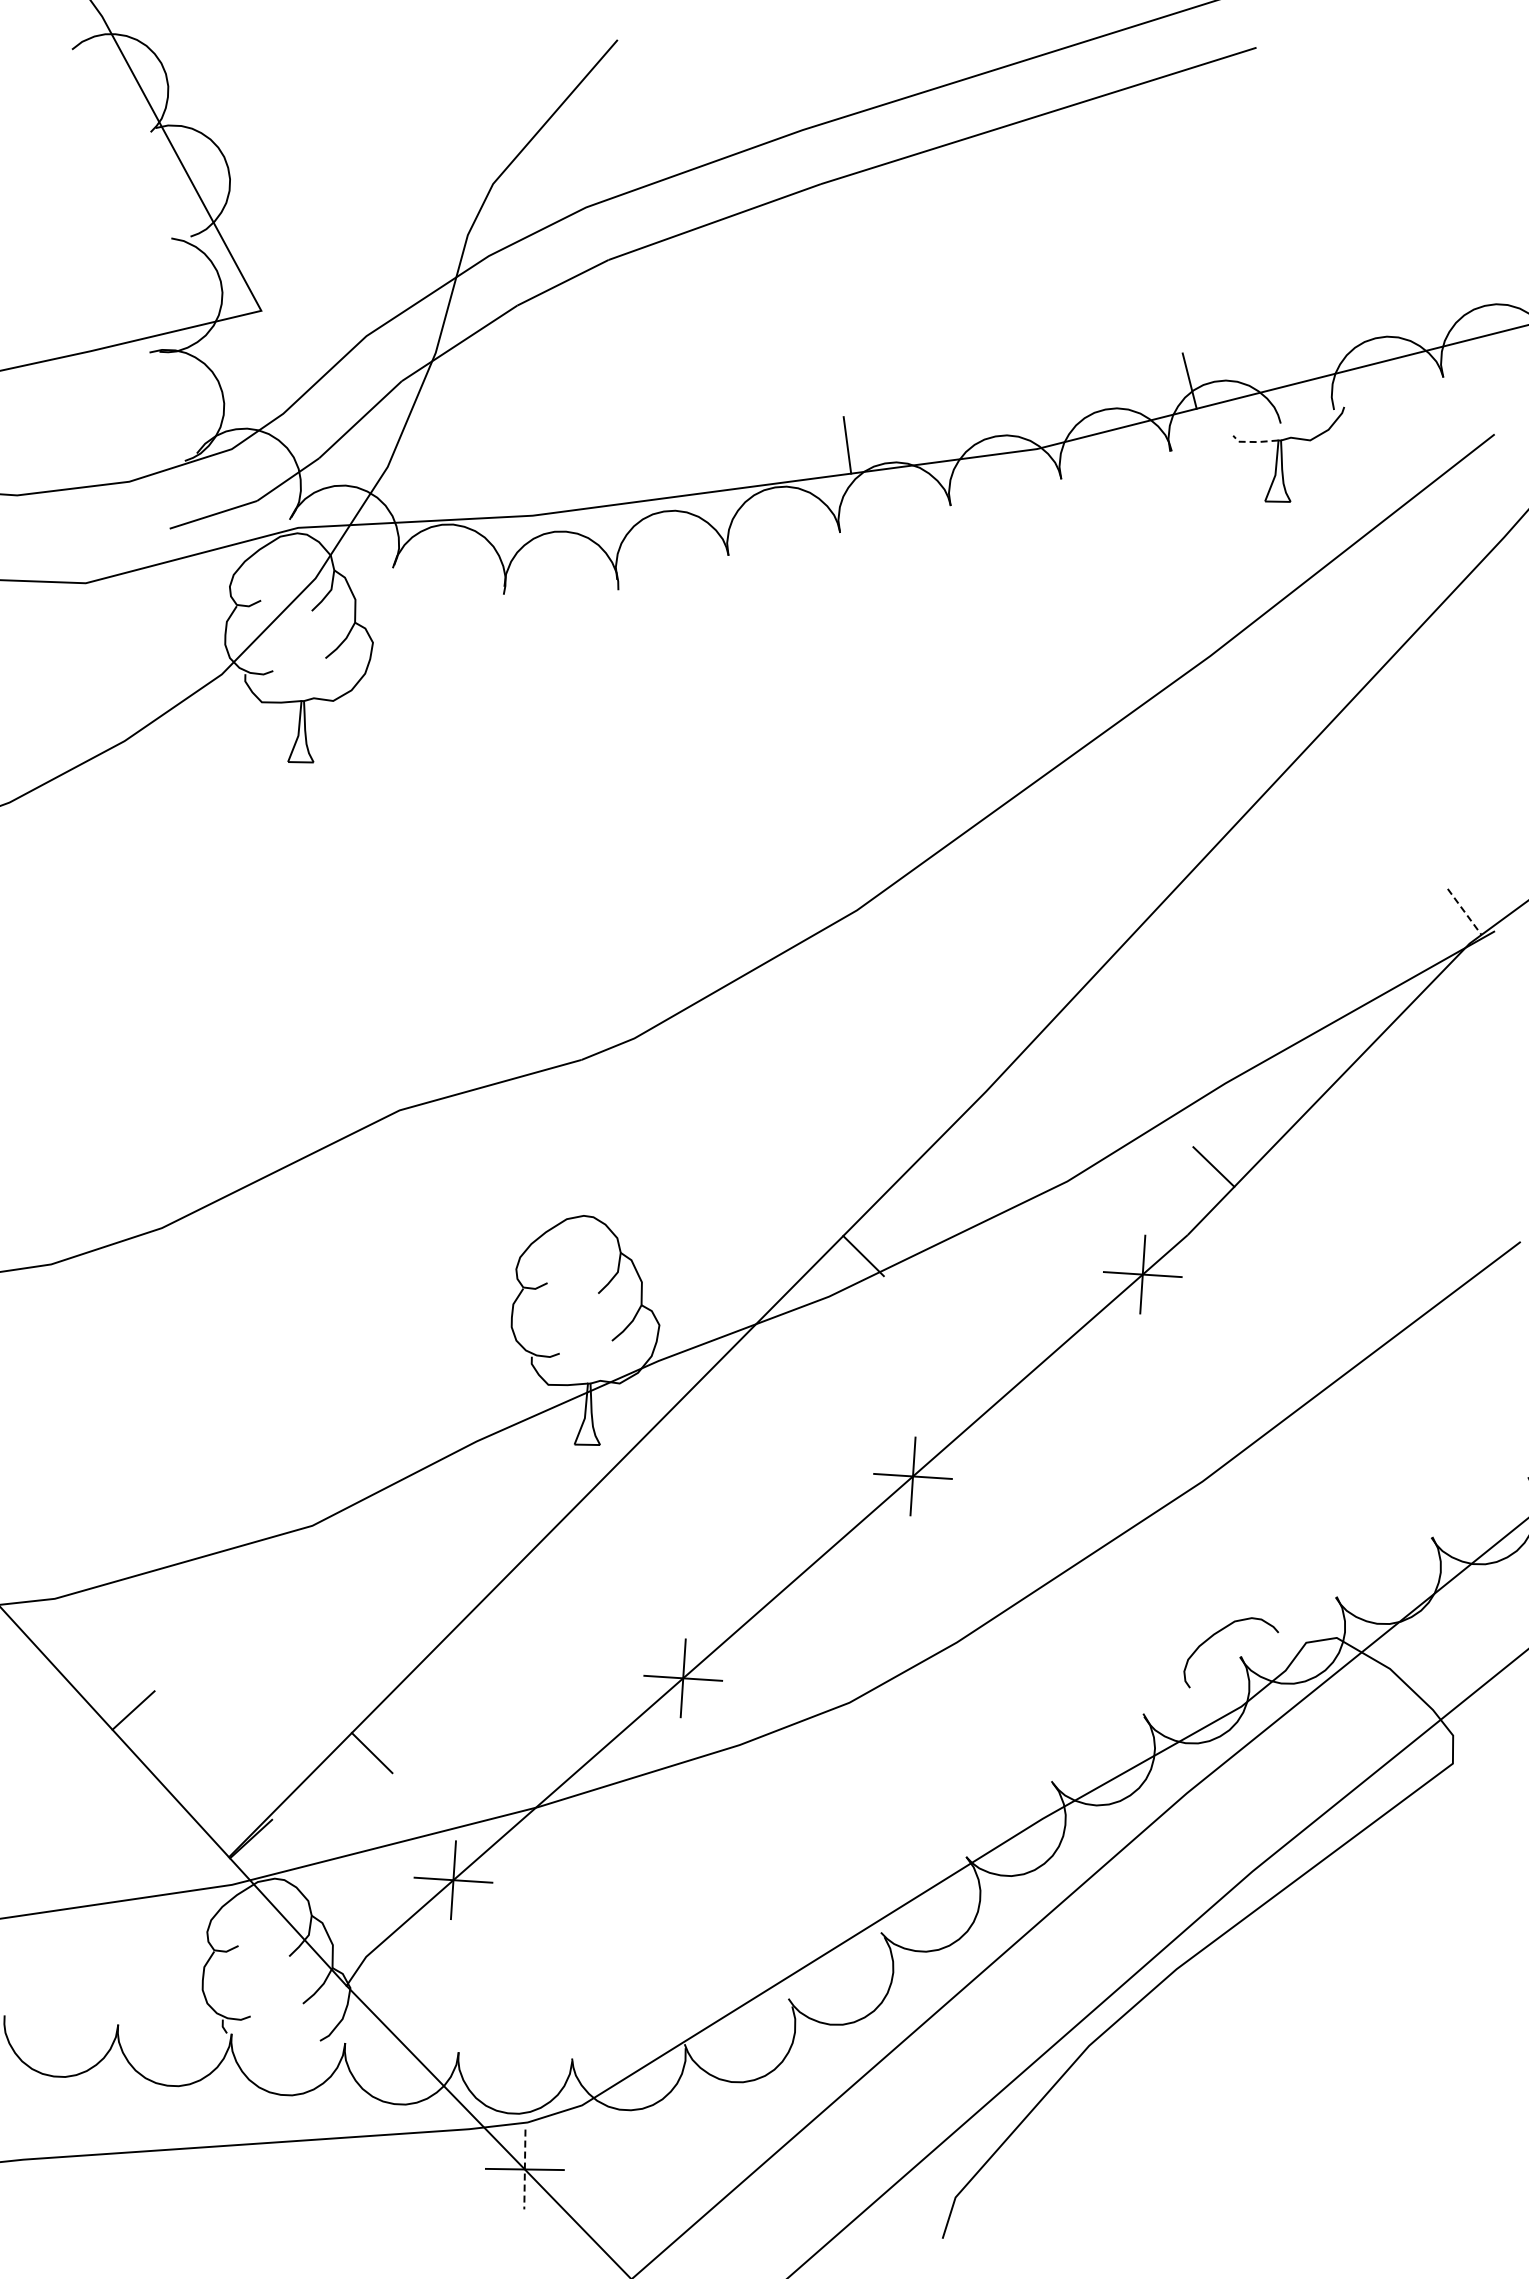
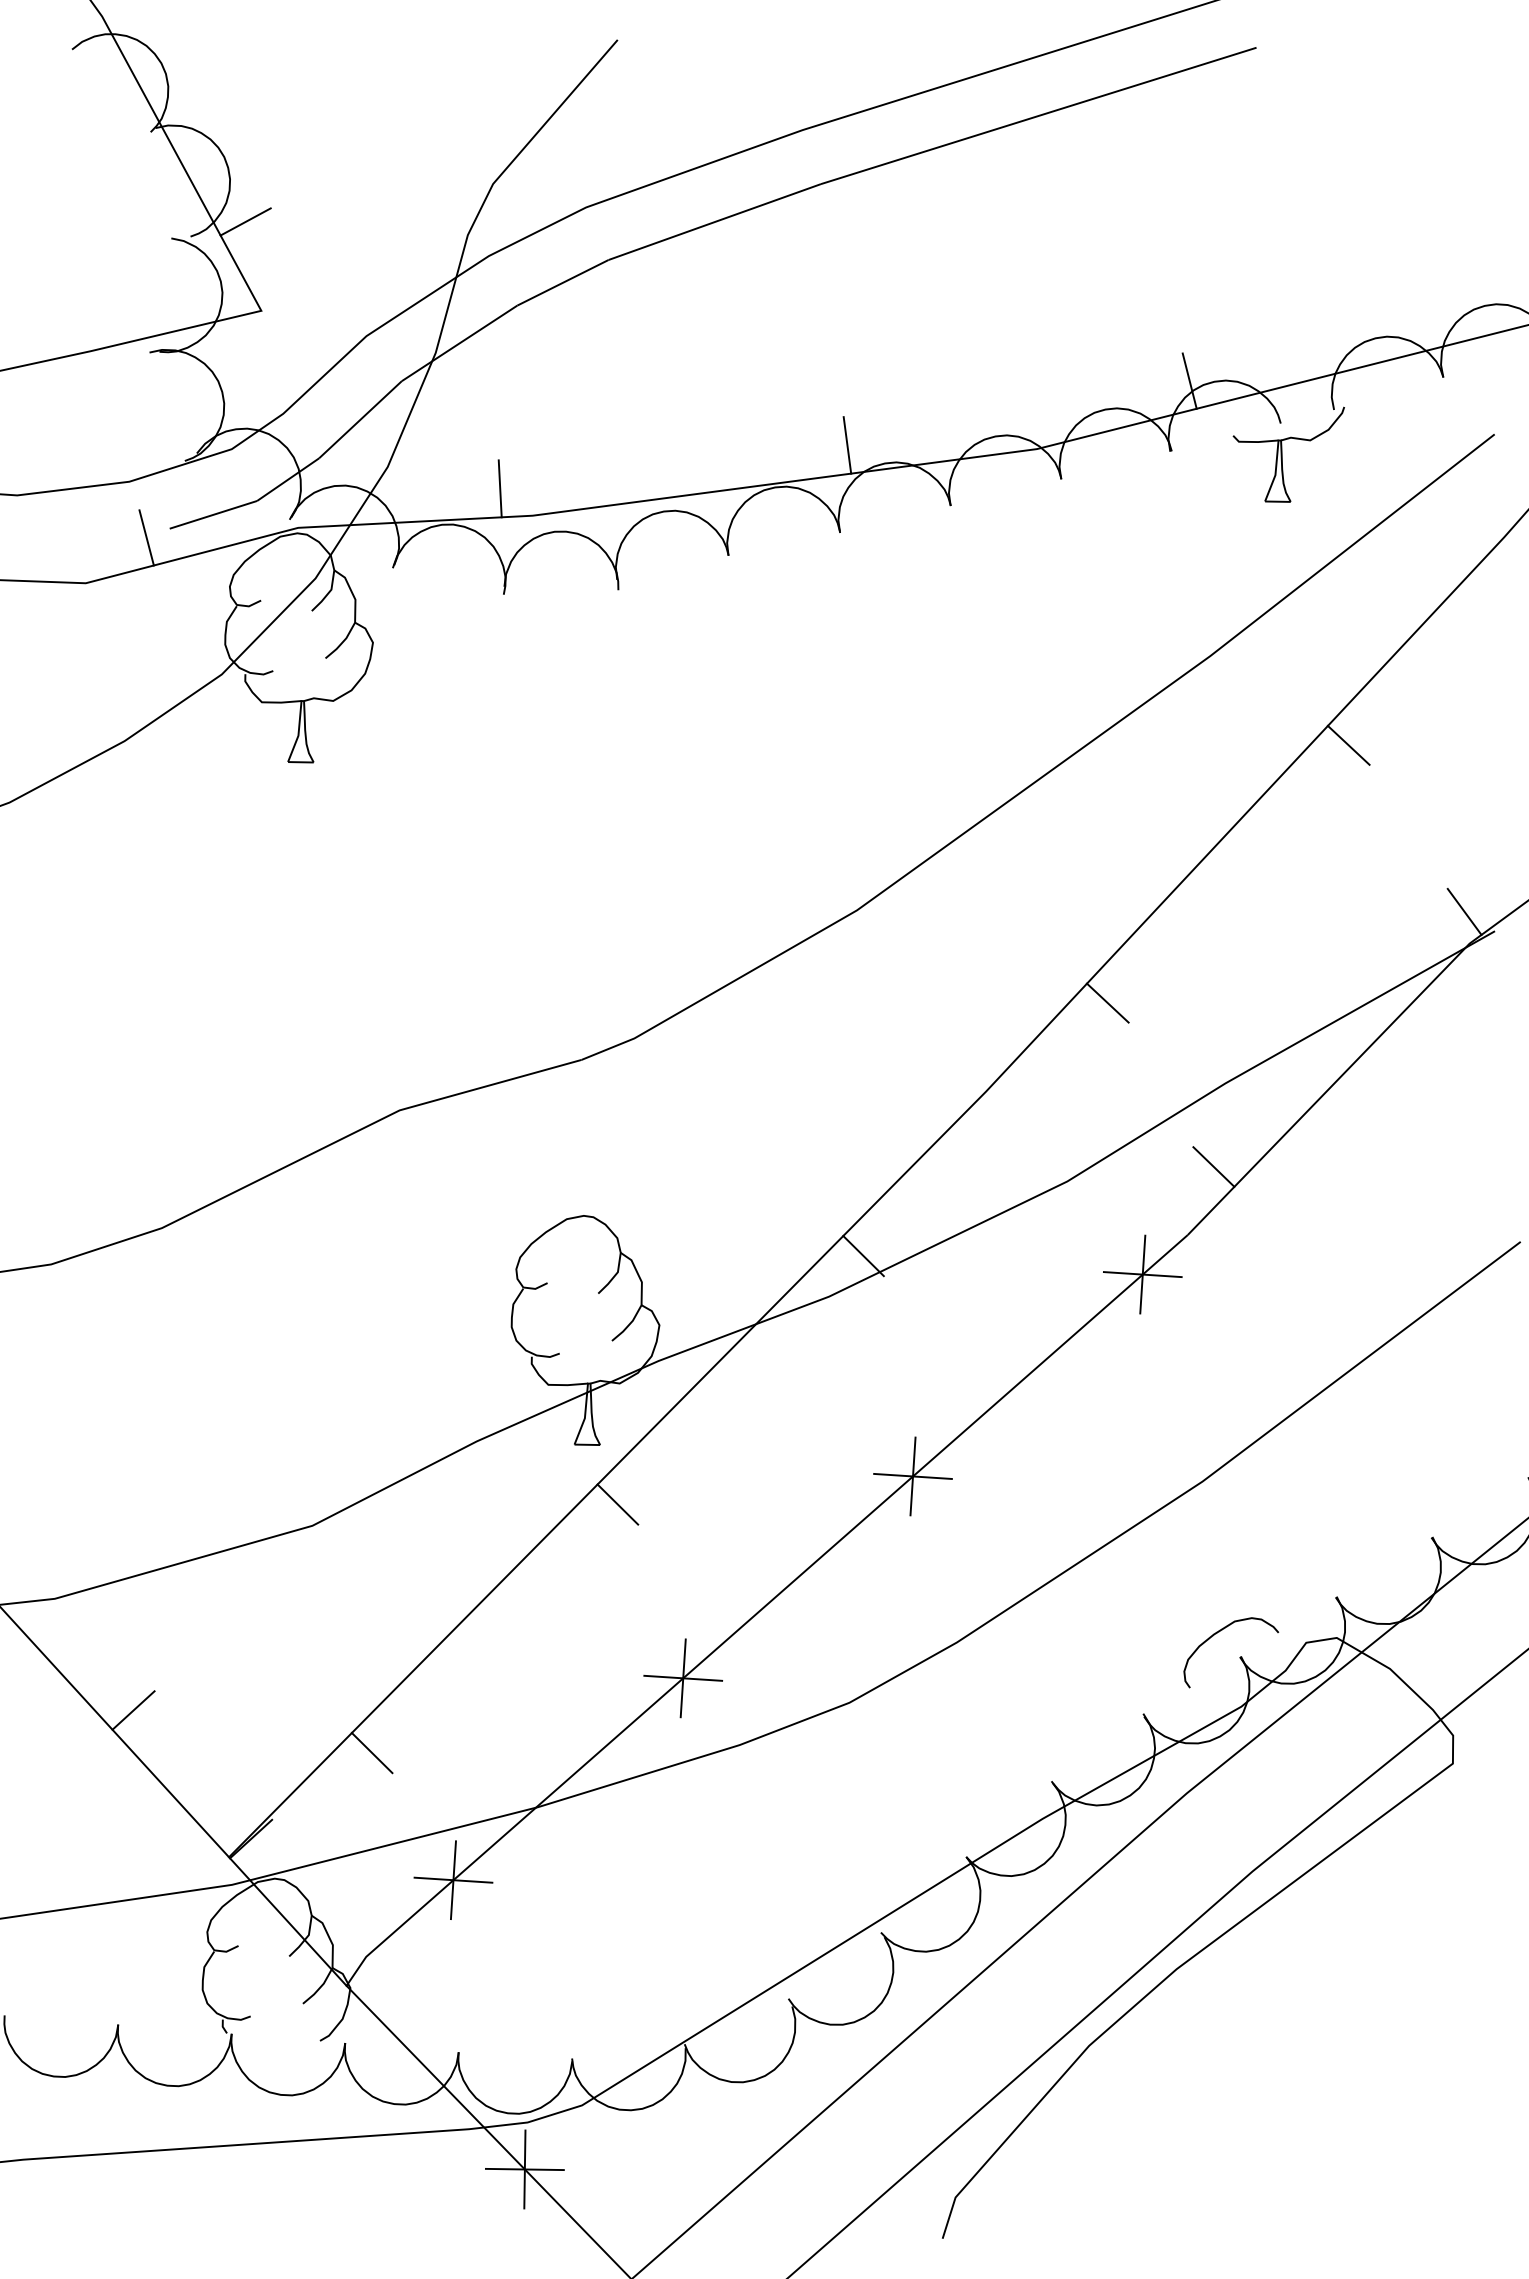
line at (245, 221): none -> present
line at (1254, 442): dashed -> solid
line at (499, 488): none -> present
line at (146, 537): none -> present
line at (1348, 744): none -> present
line at (1464, 911): dashed -> solid
line at (1107, 1002): none -> present
line at (617, 1504): none -> present
line at (524, 2169): dashed -> solid
